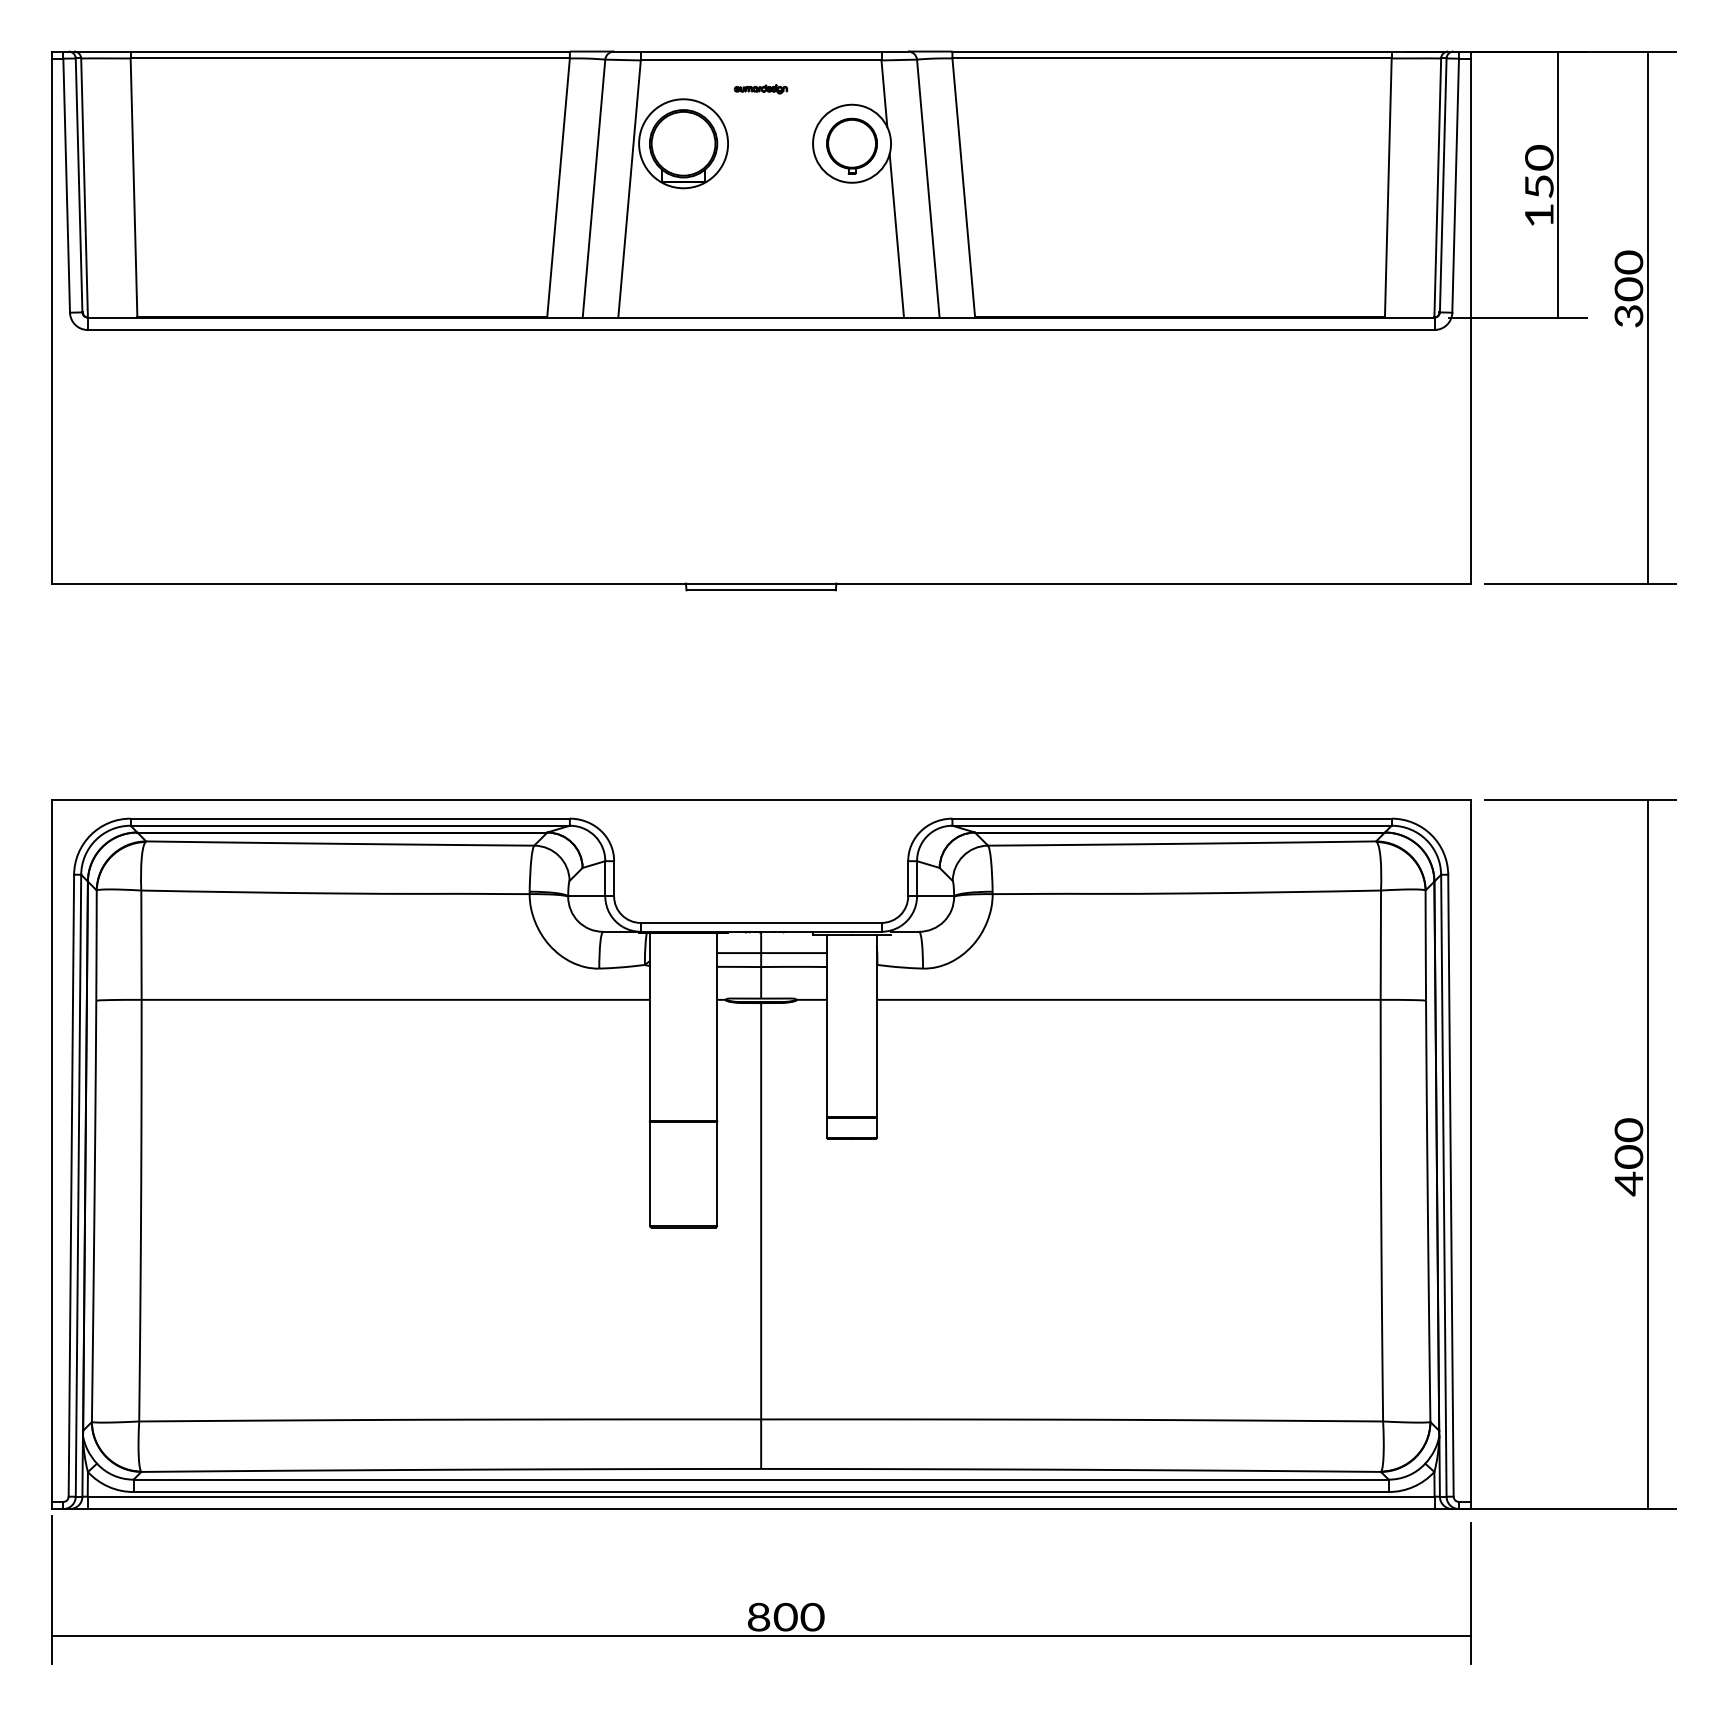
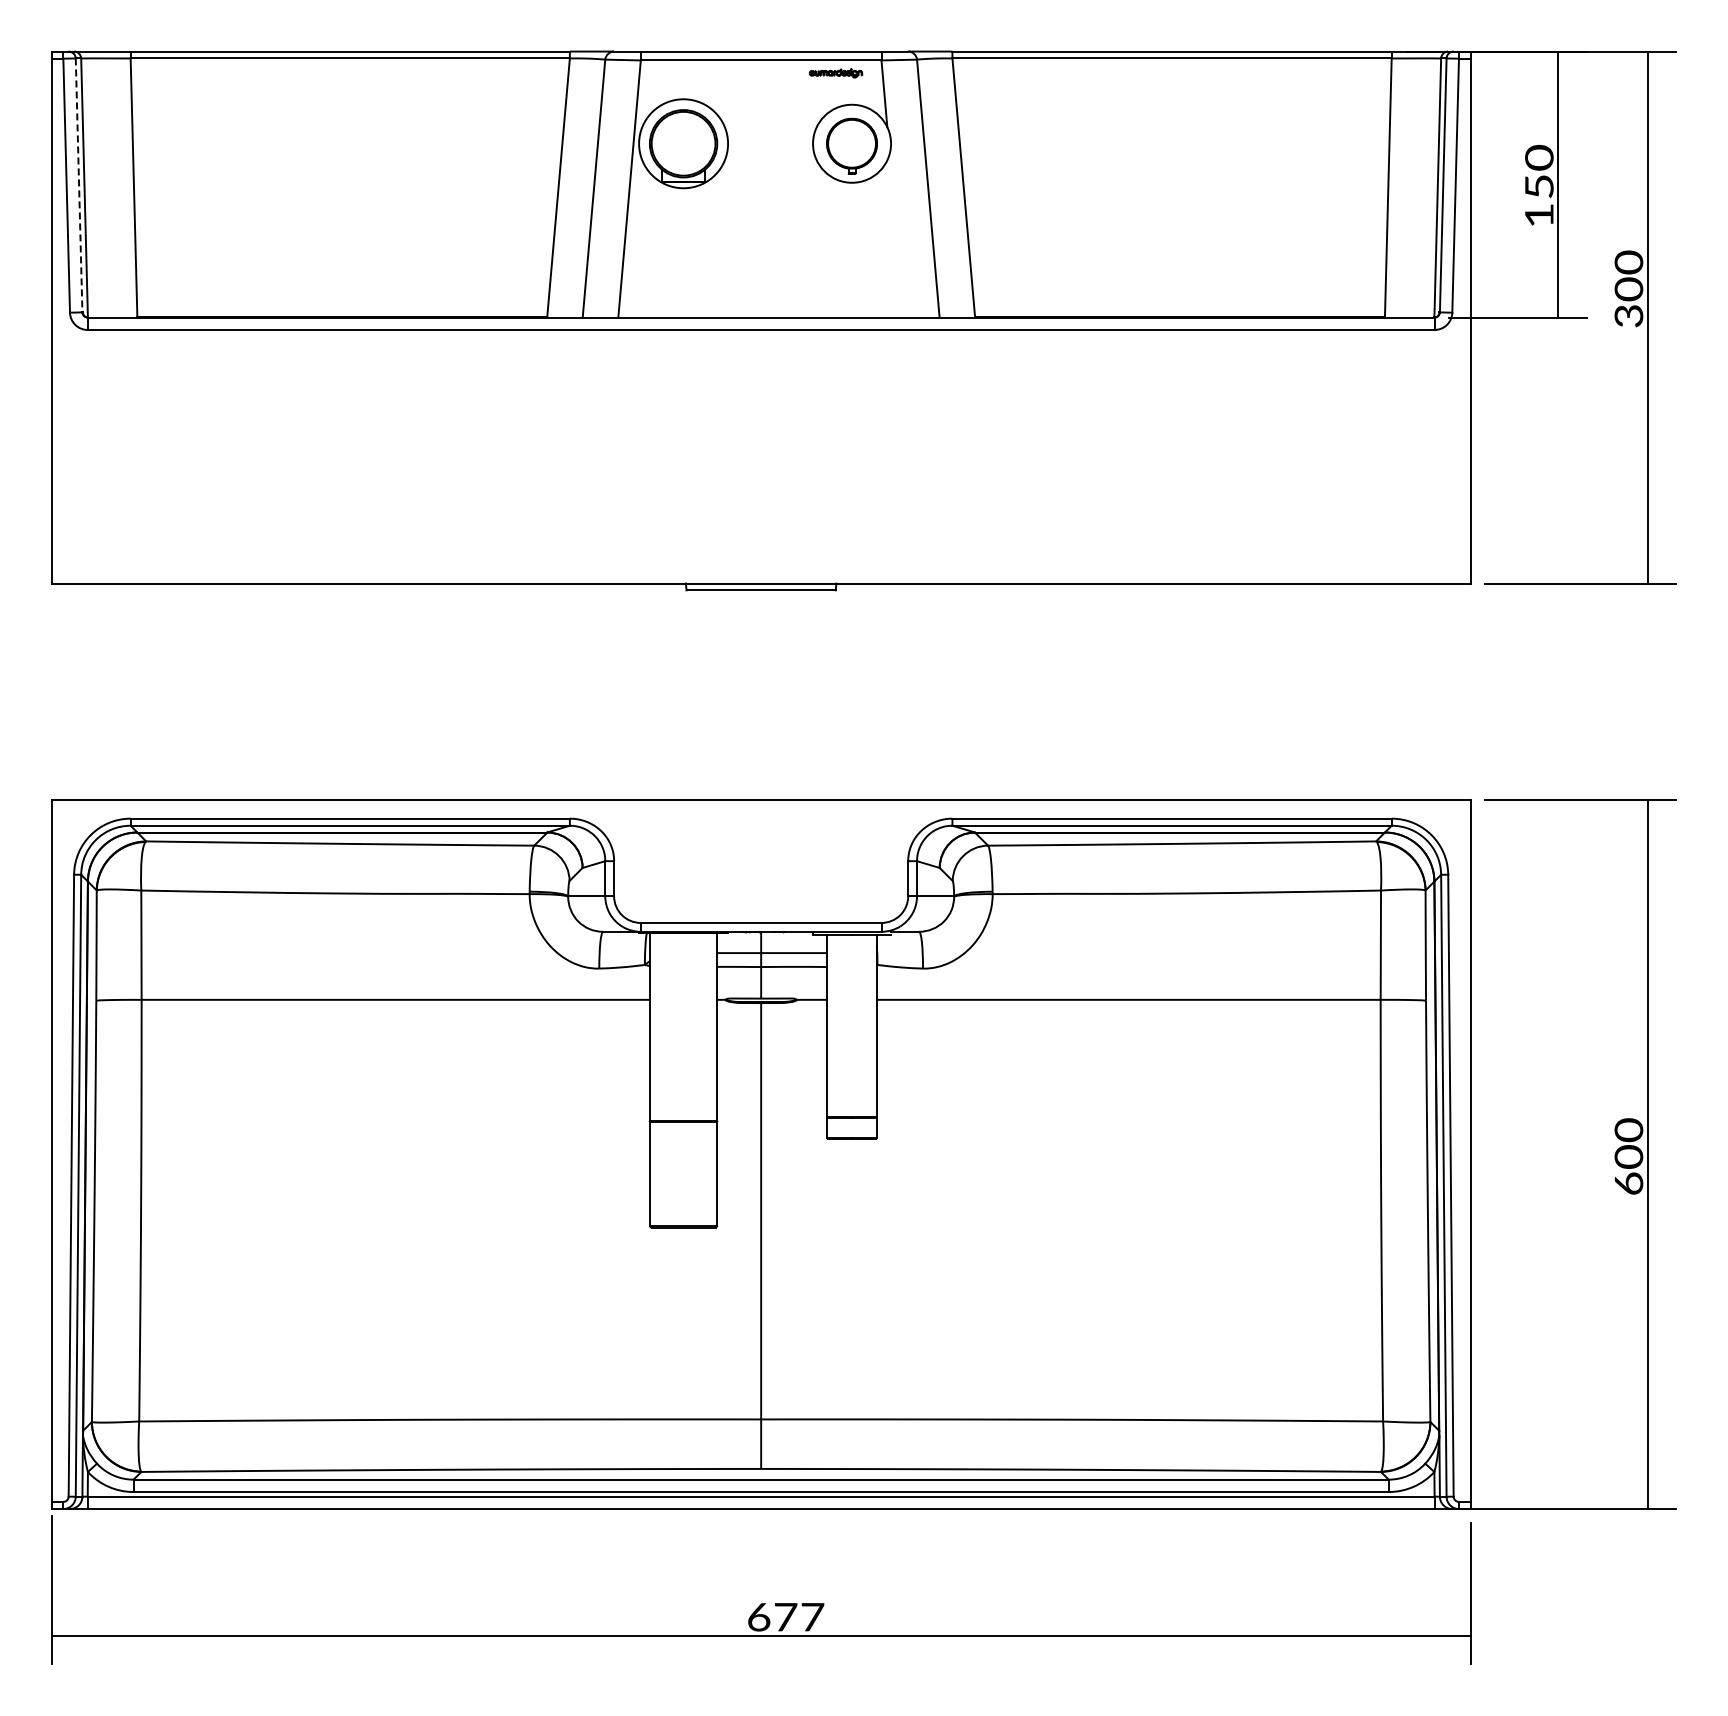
part at (760, 89) position: (760, 89) -> (835, 73)
line at (79, 185): solid -> dashed
line at (896, 235): present -> none
text at (1629, 1183): 400 -> 600
text at (785, 1616): 800 -> 677
